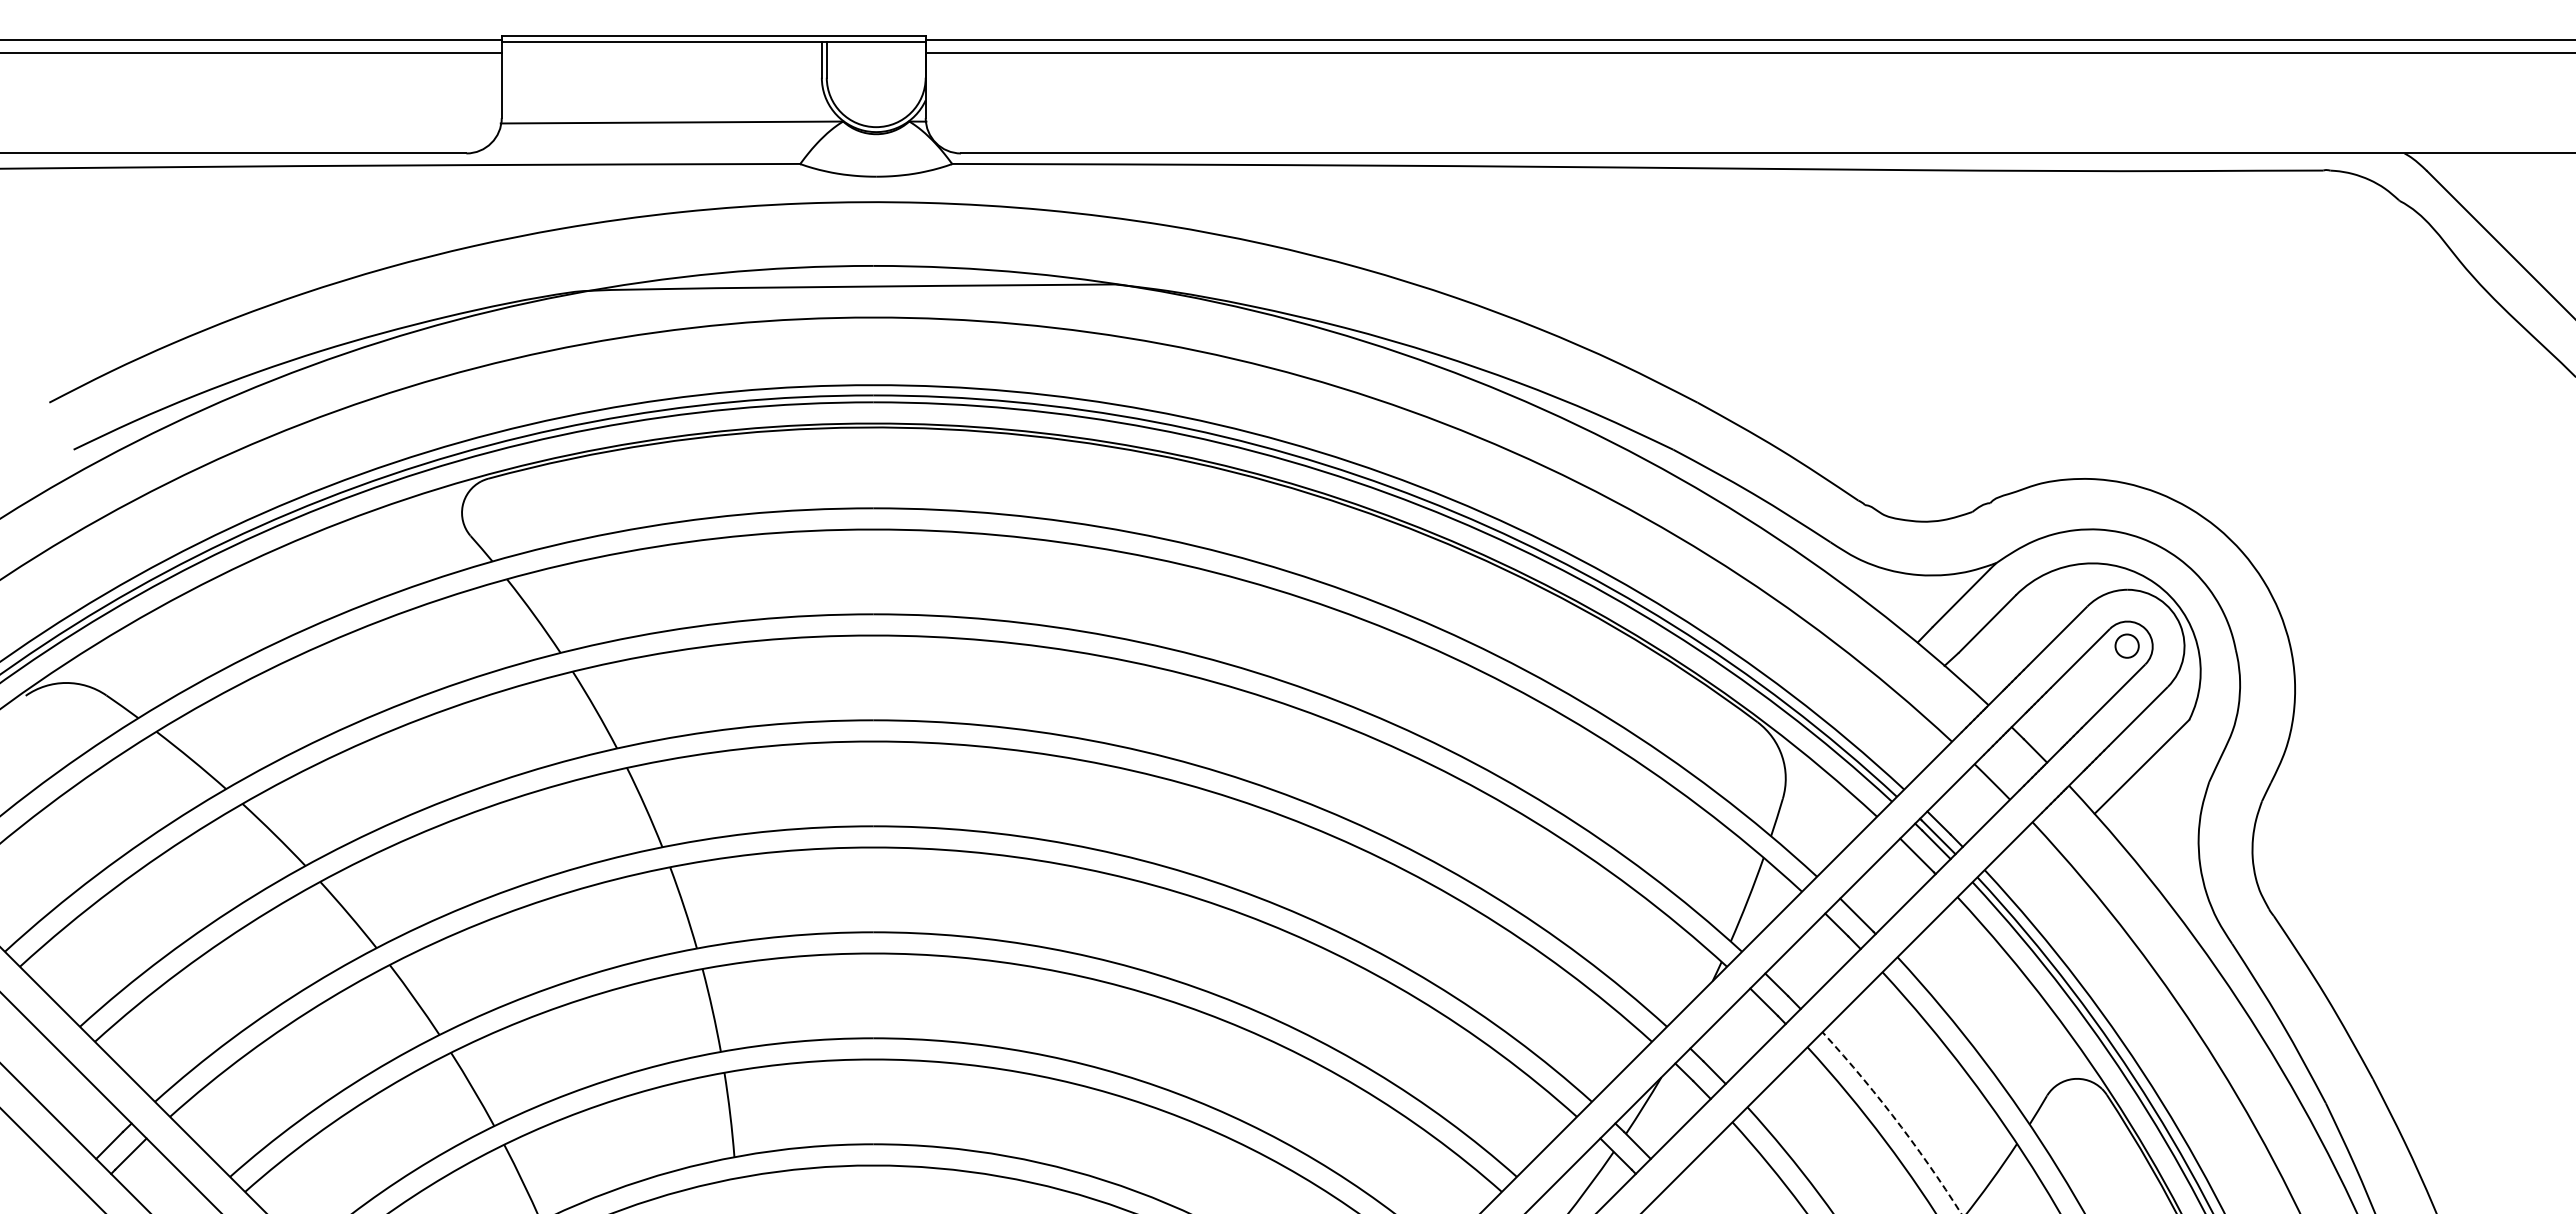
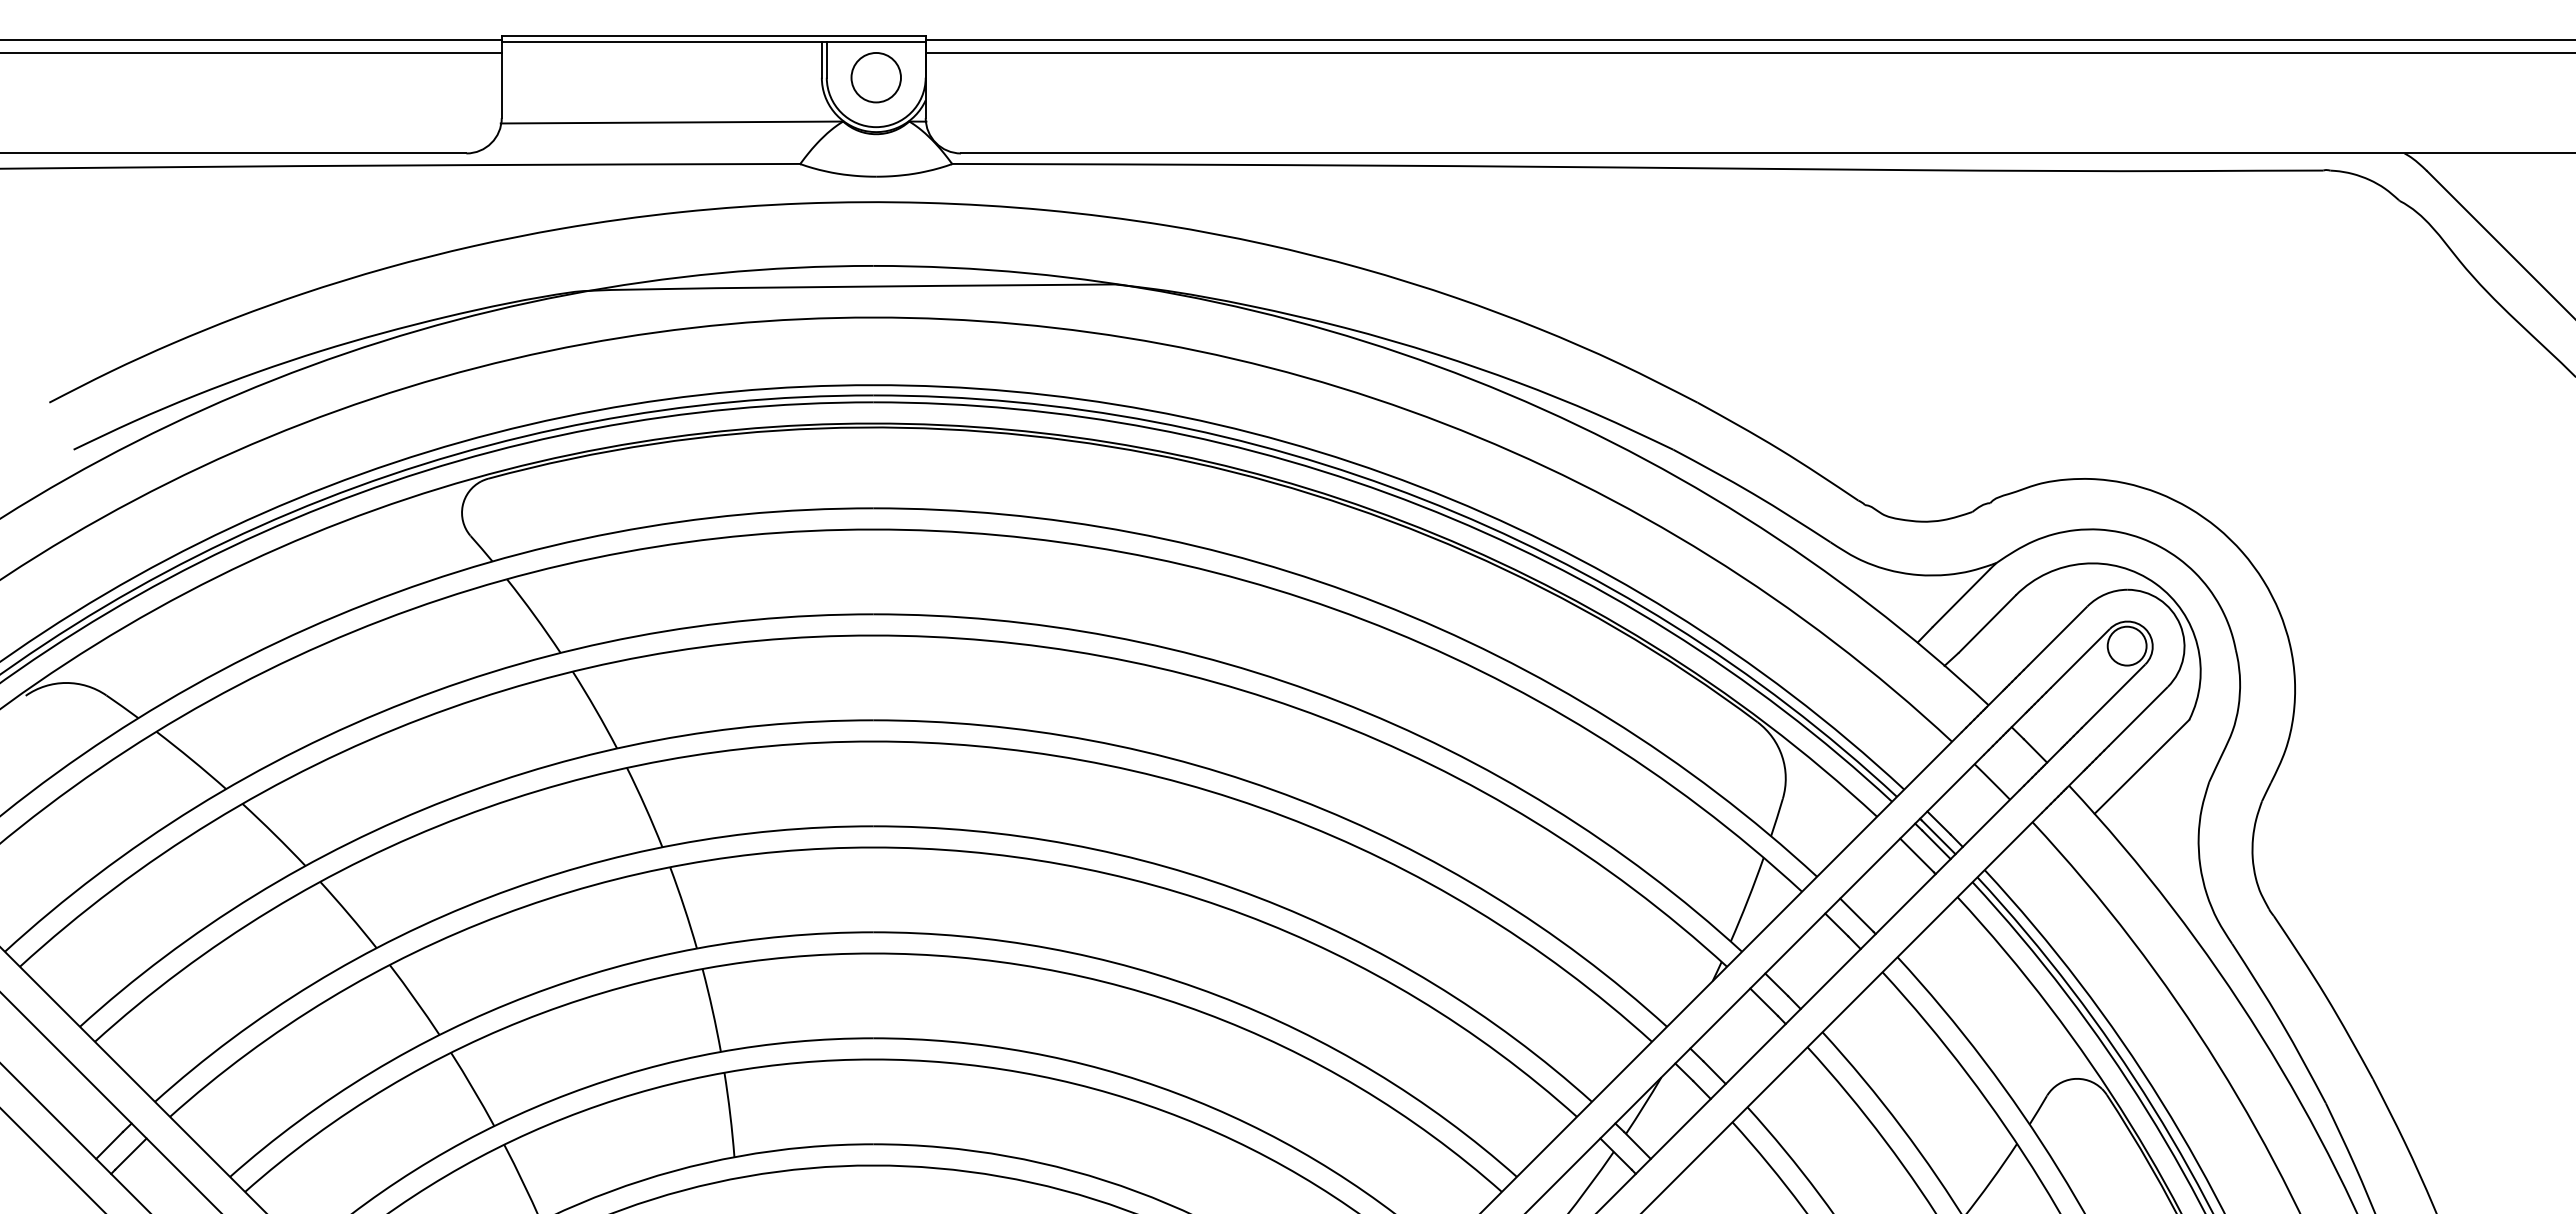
circle at (875, 77): none -> present
circle at (2126, 645) diameter: 23 px -> 39 px
arc at (1896, 1120): dashed -> solid
